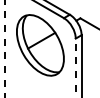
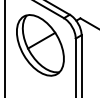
line at (5, 49): dashed -> solid
line at (75, 67): dashed -> solid
